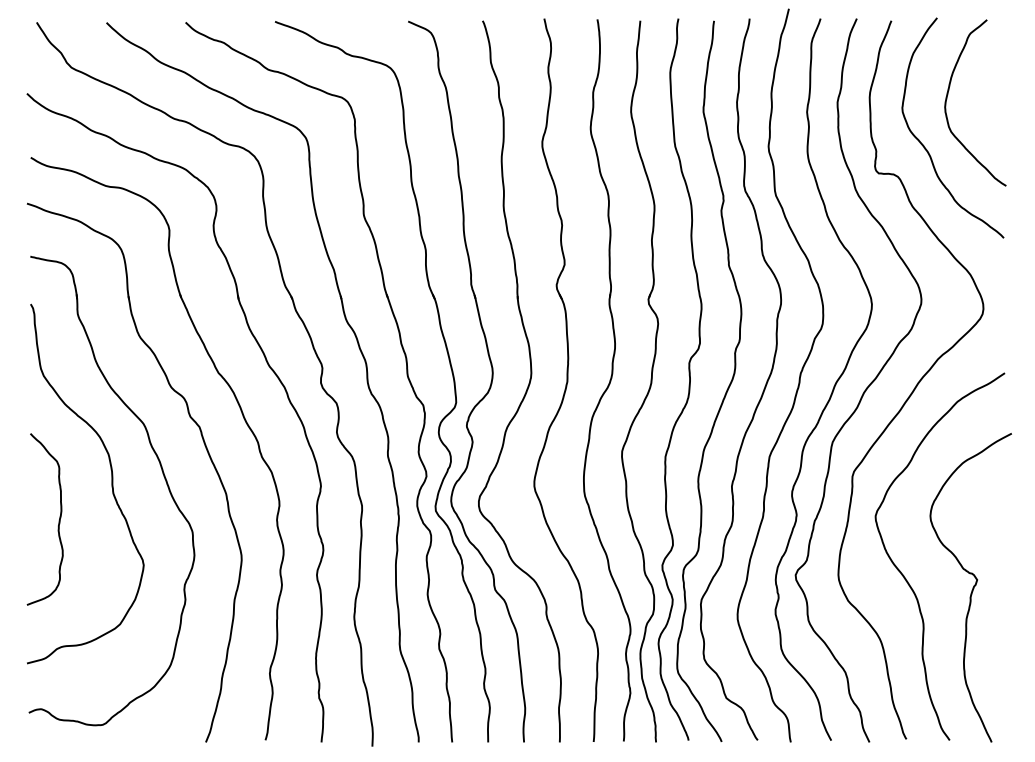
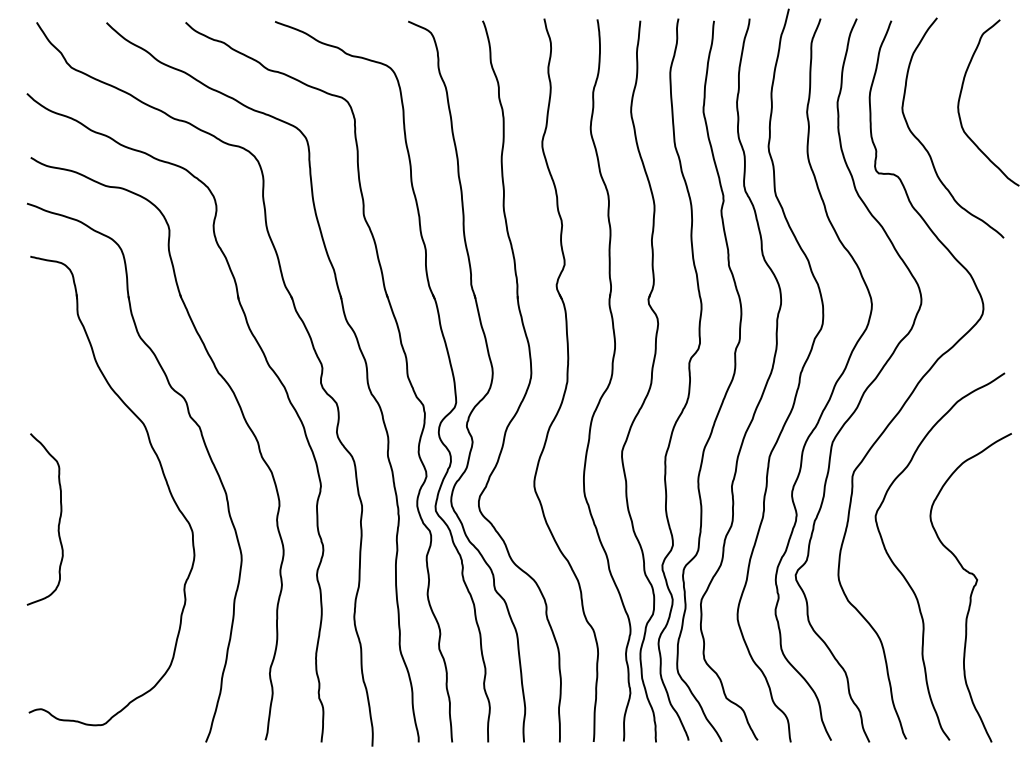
curve at (948, 94) position: (948, 94) -> (961, 94)
curve at (111, 483): present -> none
